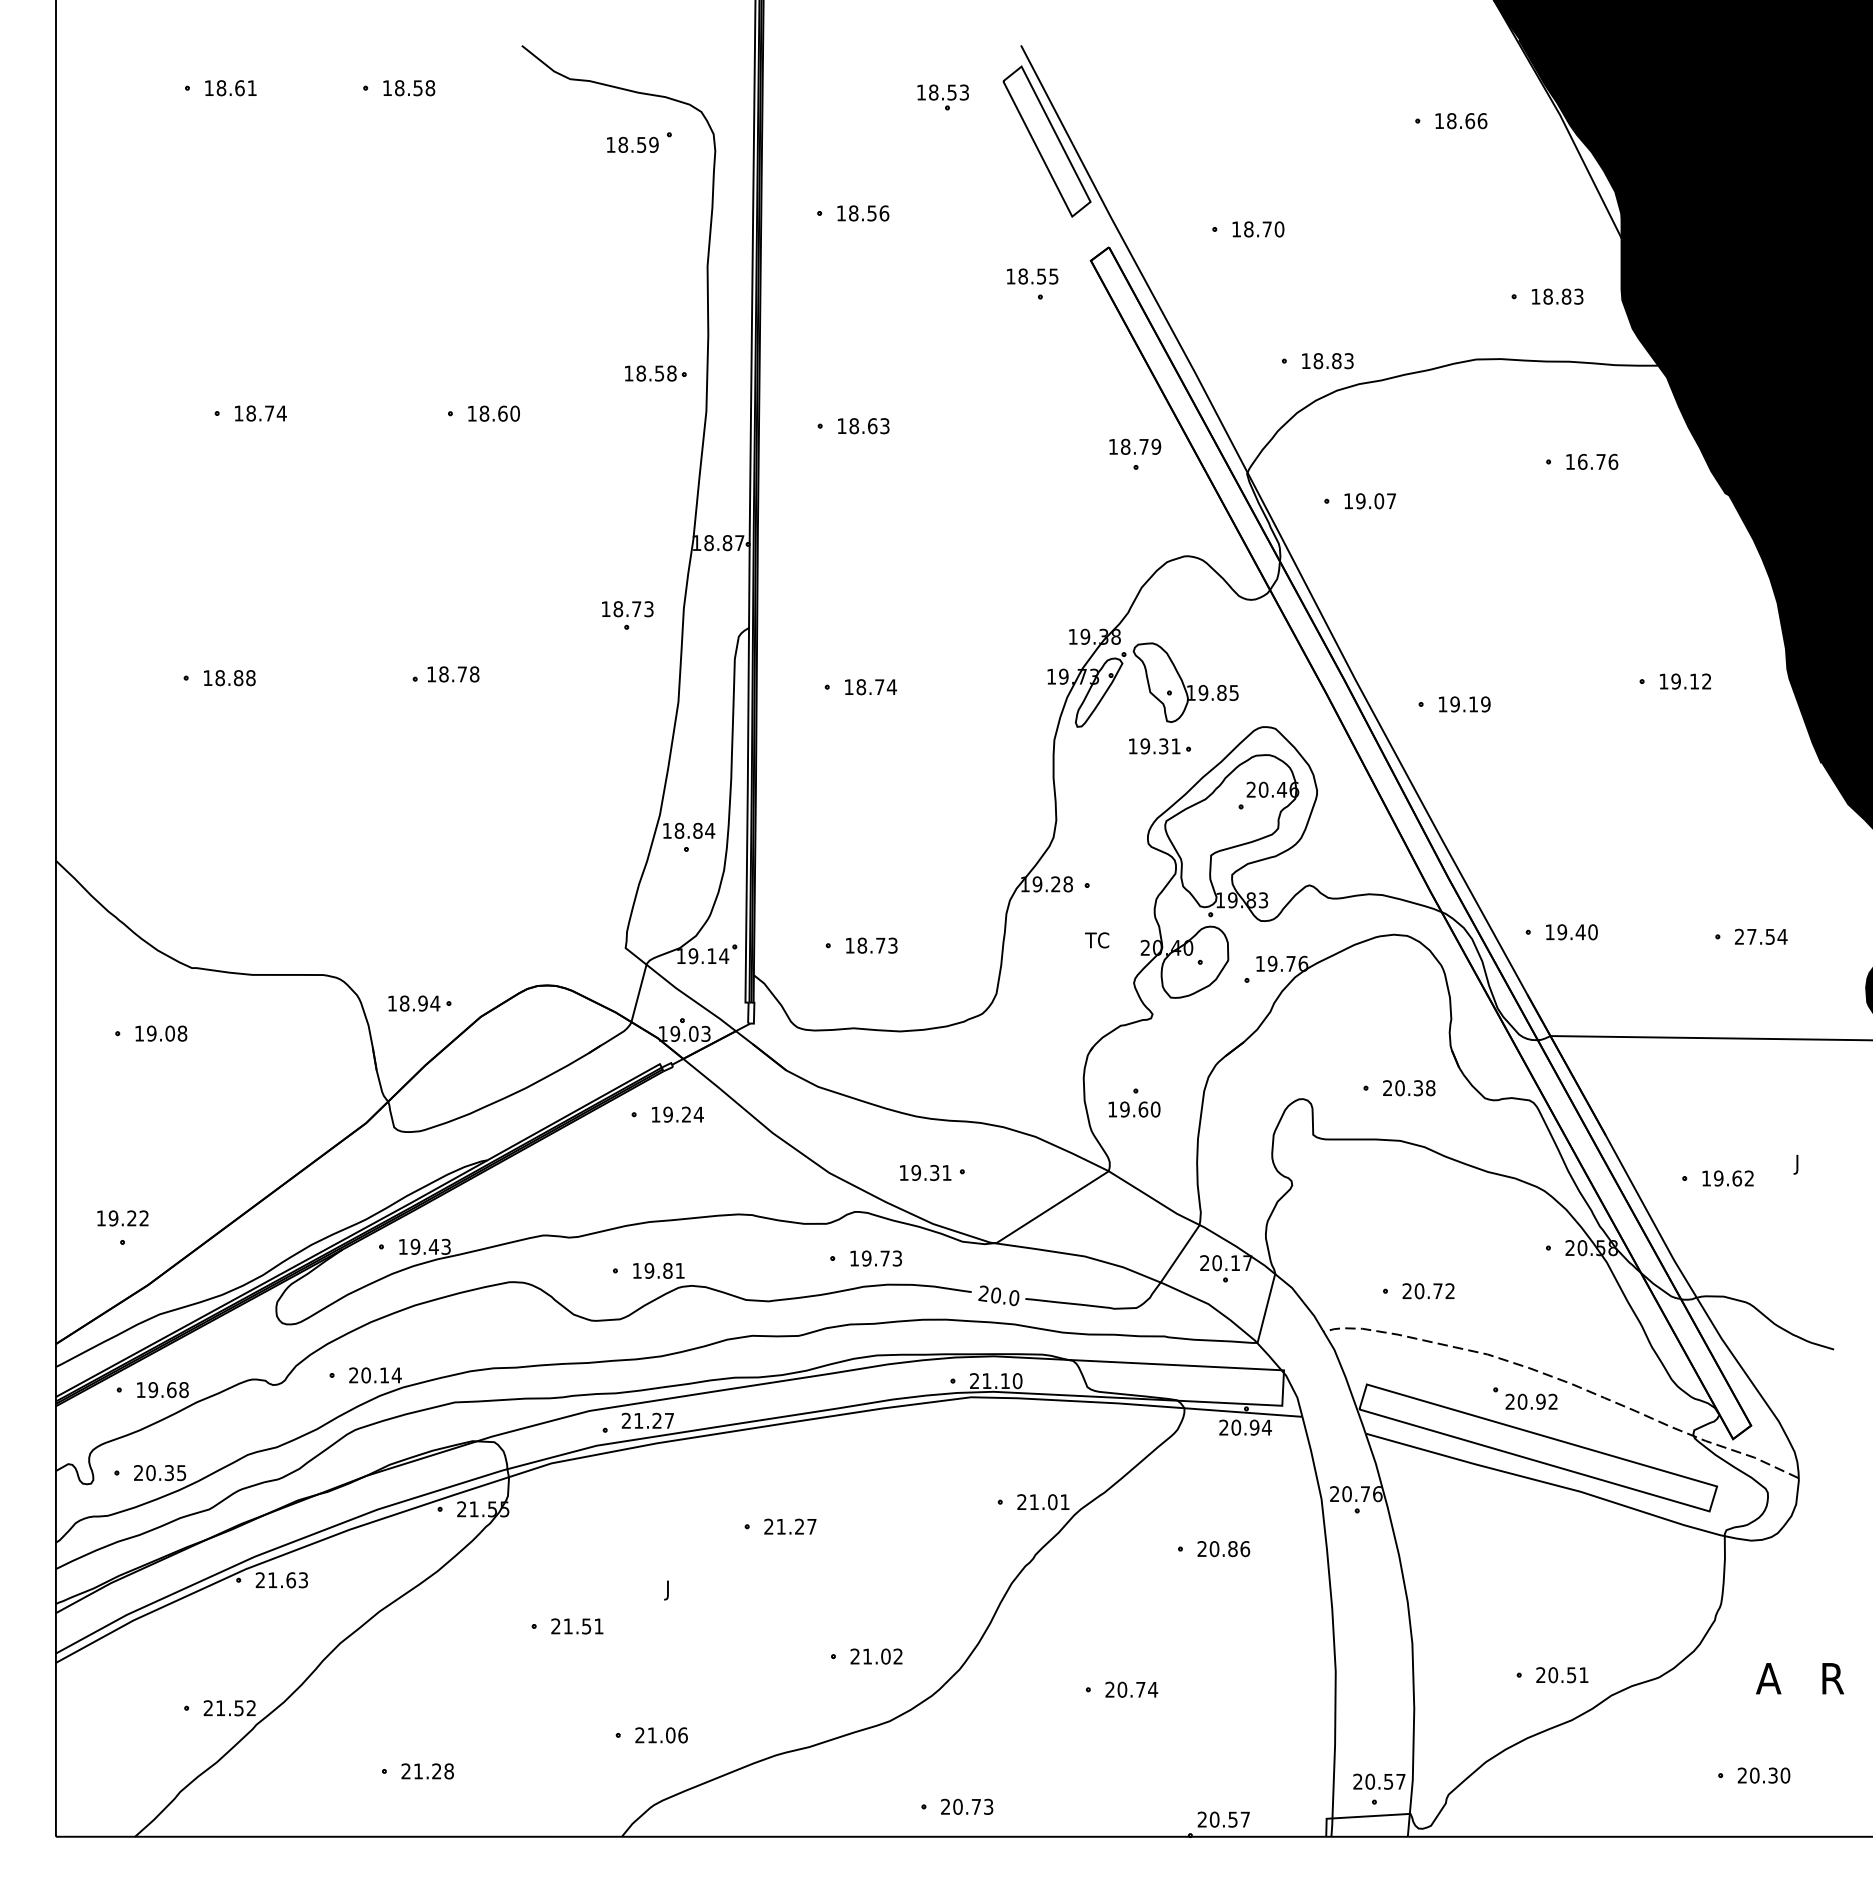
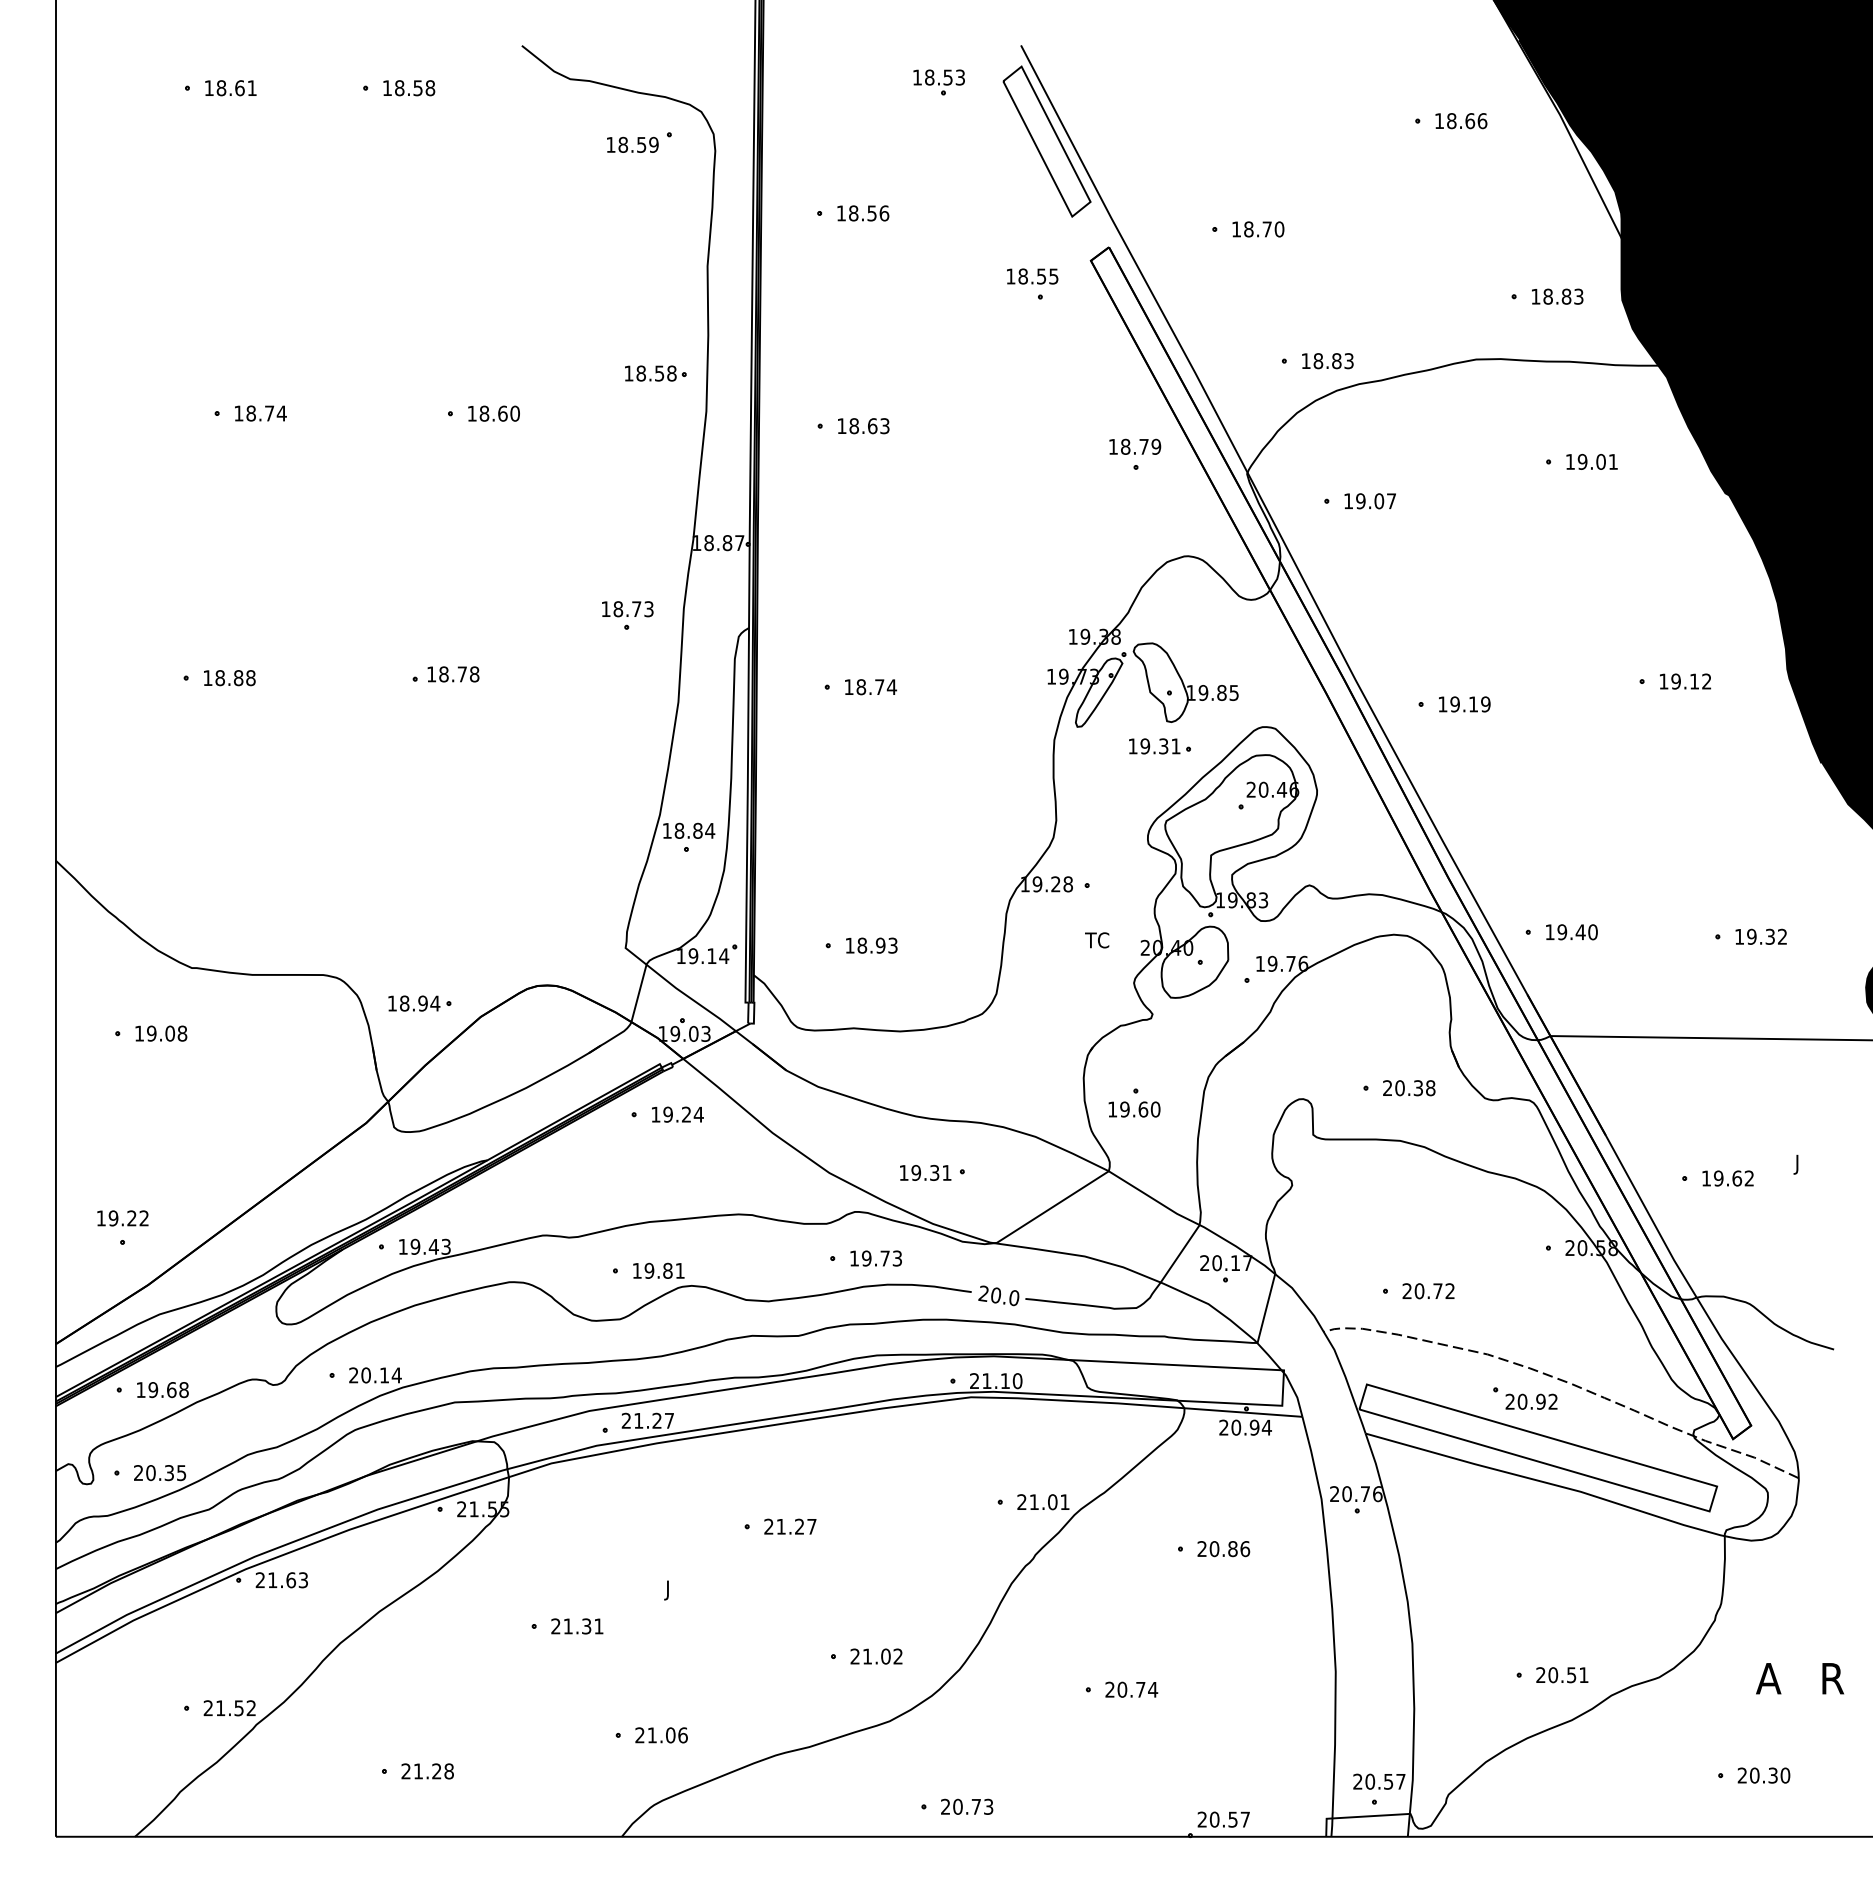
part at (942, 97) position: (942, 97) -> (938, 82)
text at (1597, 461): 16.76 -> 19.01
text at (1761, 936): 27.54 -> 19.32
text at (880, 945): 18.73 -> 18.93
text at (586, 1625): 21.51 -> 21.31
